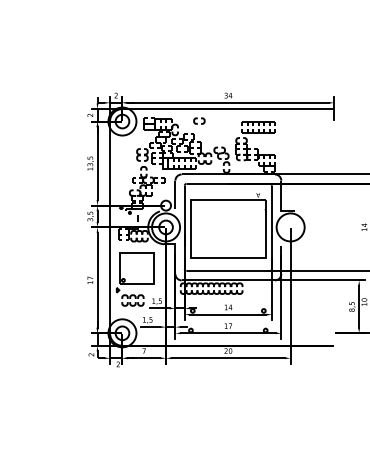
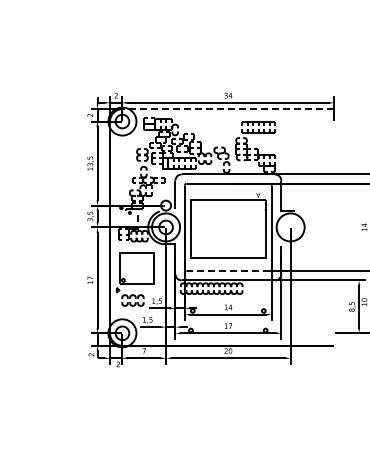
line at (228, 109): solid -> dashed
part at (199, 120): present -> none
line at (228, 271): solid -> dashed
